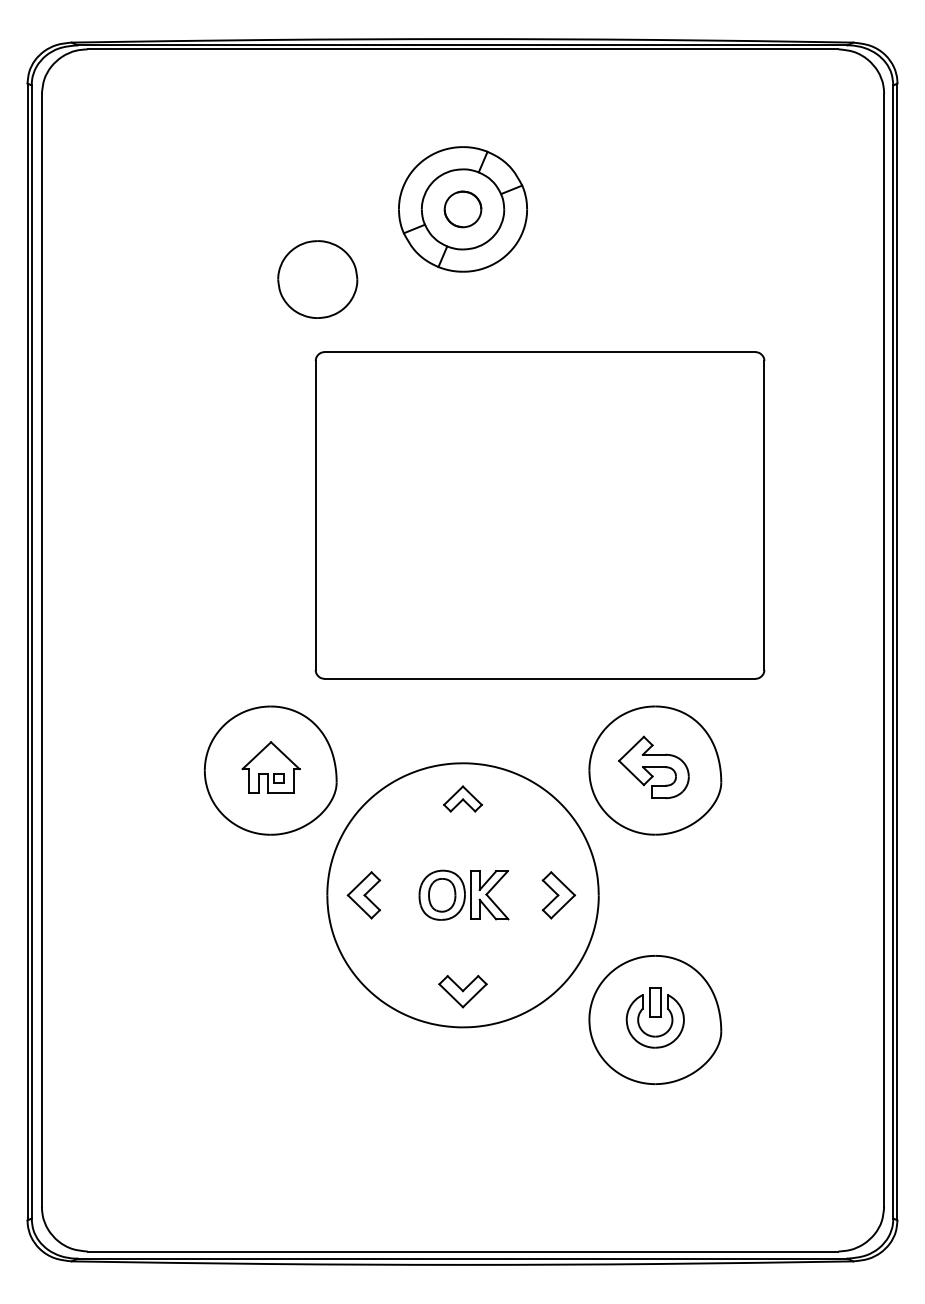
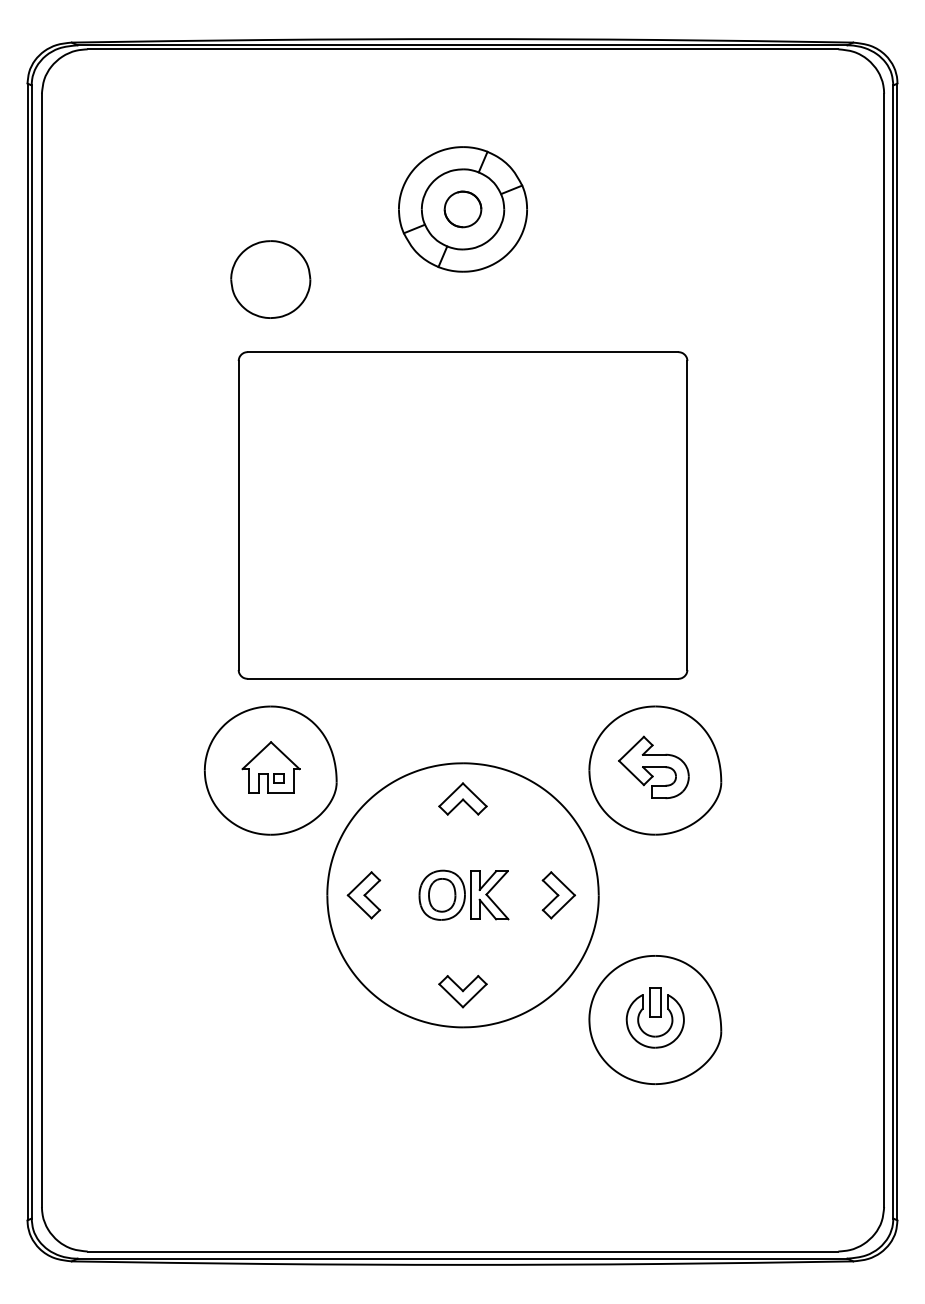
part at (317, 279) position: (317, 279) -> (270, 279)
part at (539, 515) position: (539, 515) -> (462, 515)
part at (462, 798) size: 40x28 px -> 50x34 px
